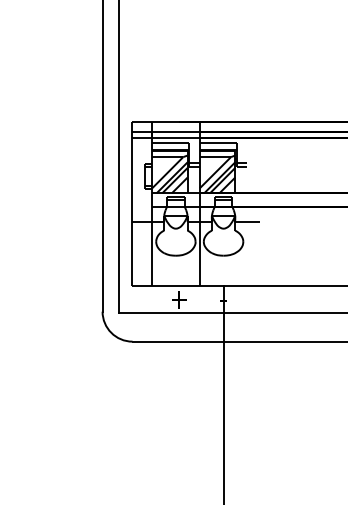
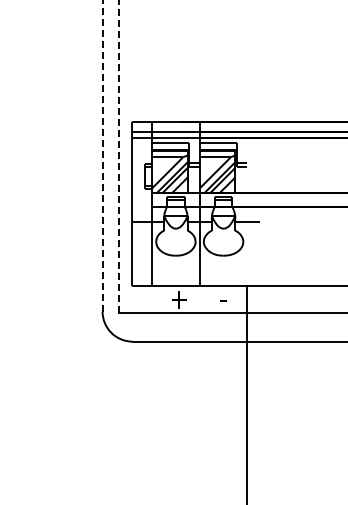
line at (102, 155): solid -> dashed
line at (118, 156): solid -> dashed
line at (223, 393) position: (223, 393) -> (246, 393)
